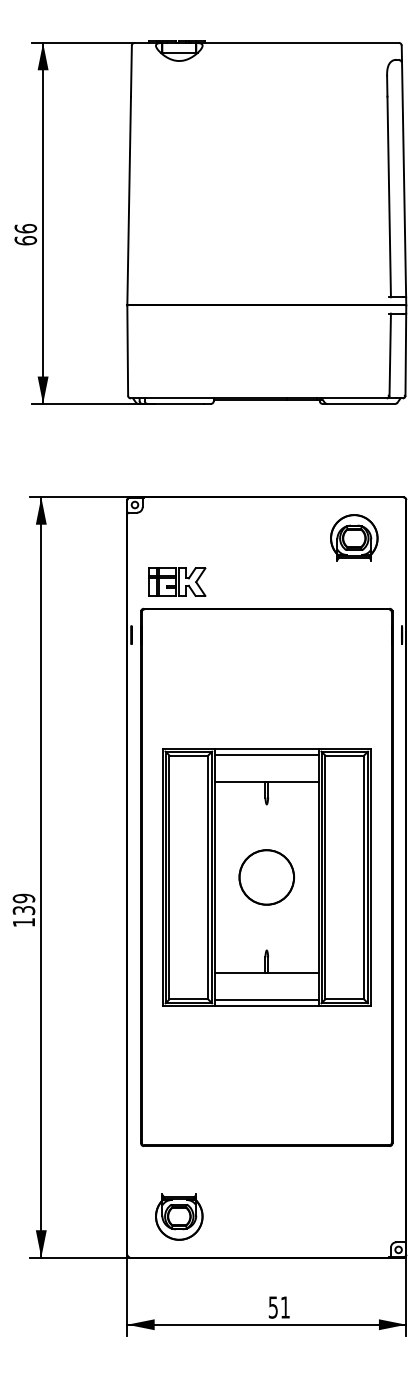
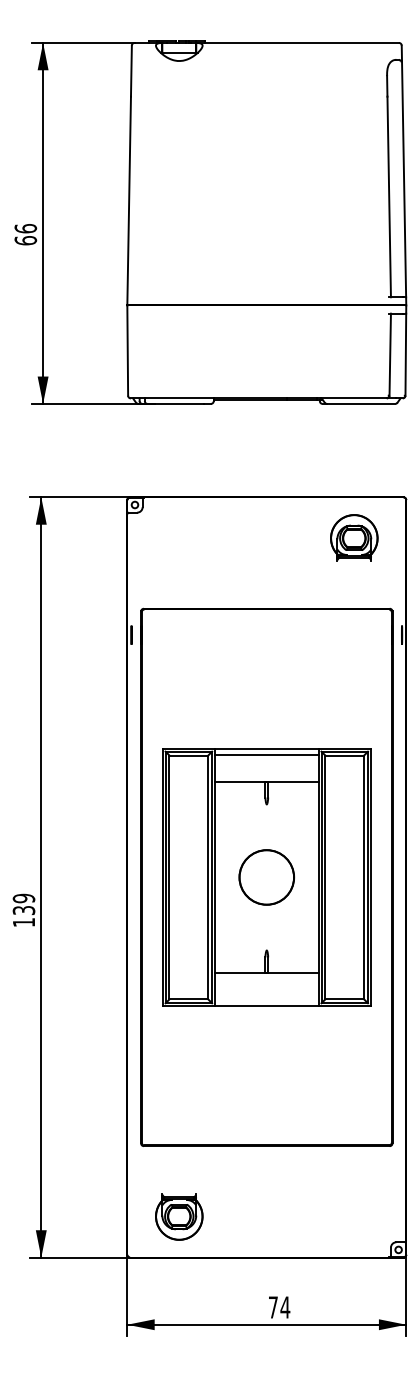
part at (177, 581): present -> none
line at (266, 1000): present -> none
text at (279, 1307): 51 -> 74
